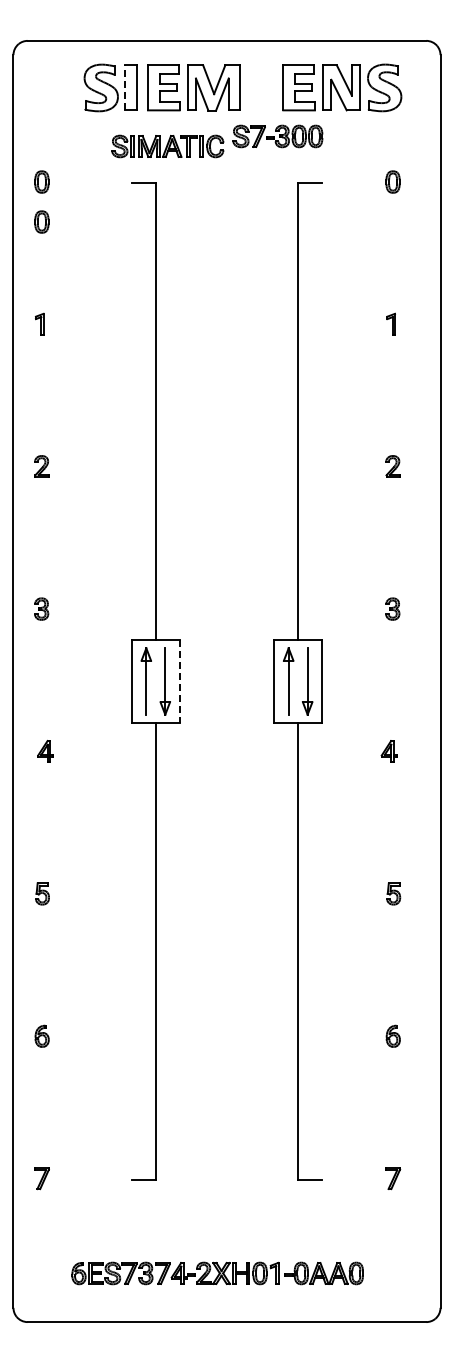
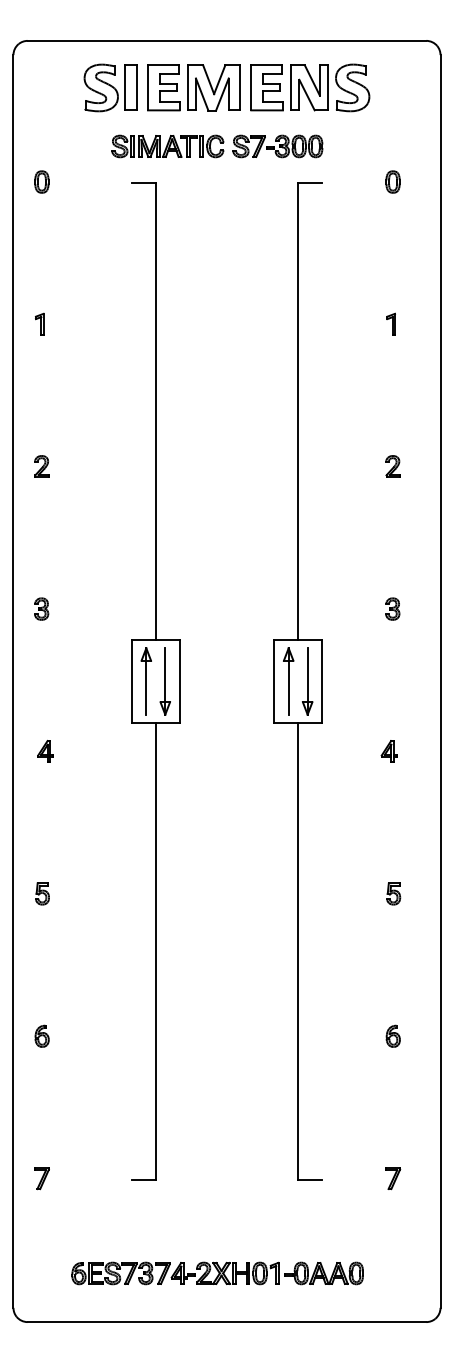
line at (124, 87): dashed -> solid
part at (342, 87) position: (342, 87) -> (310, 87)
part at (277, 136) position: (277, 136) -> (277, 146)
part at (41, 221): present -> none
line at (179, 681): dashed -> solid
